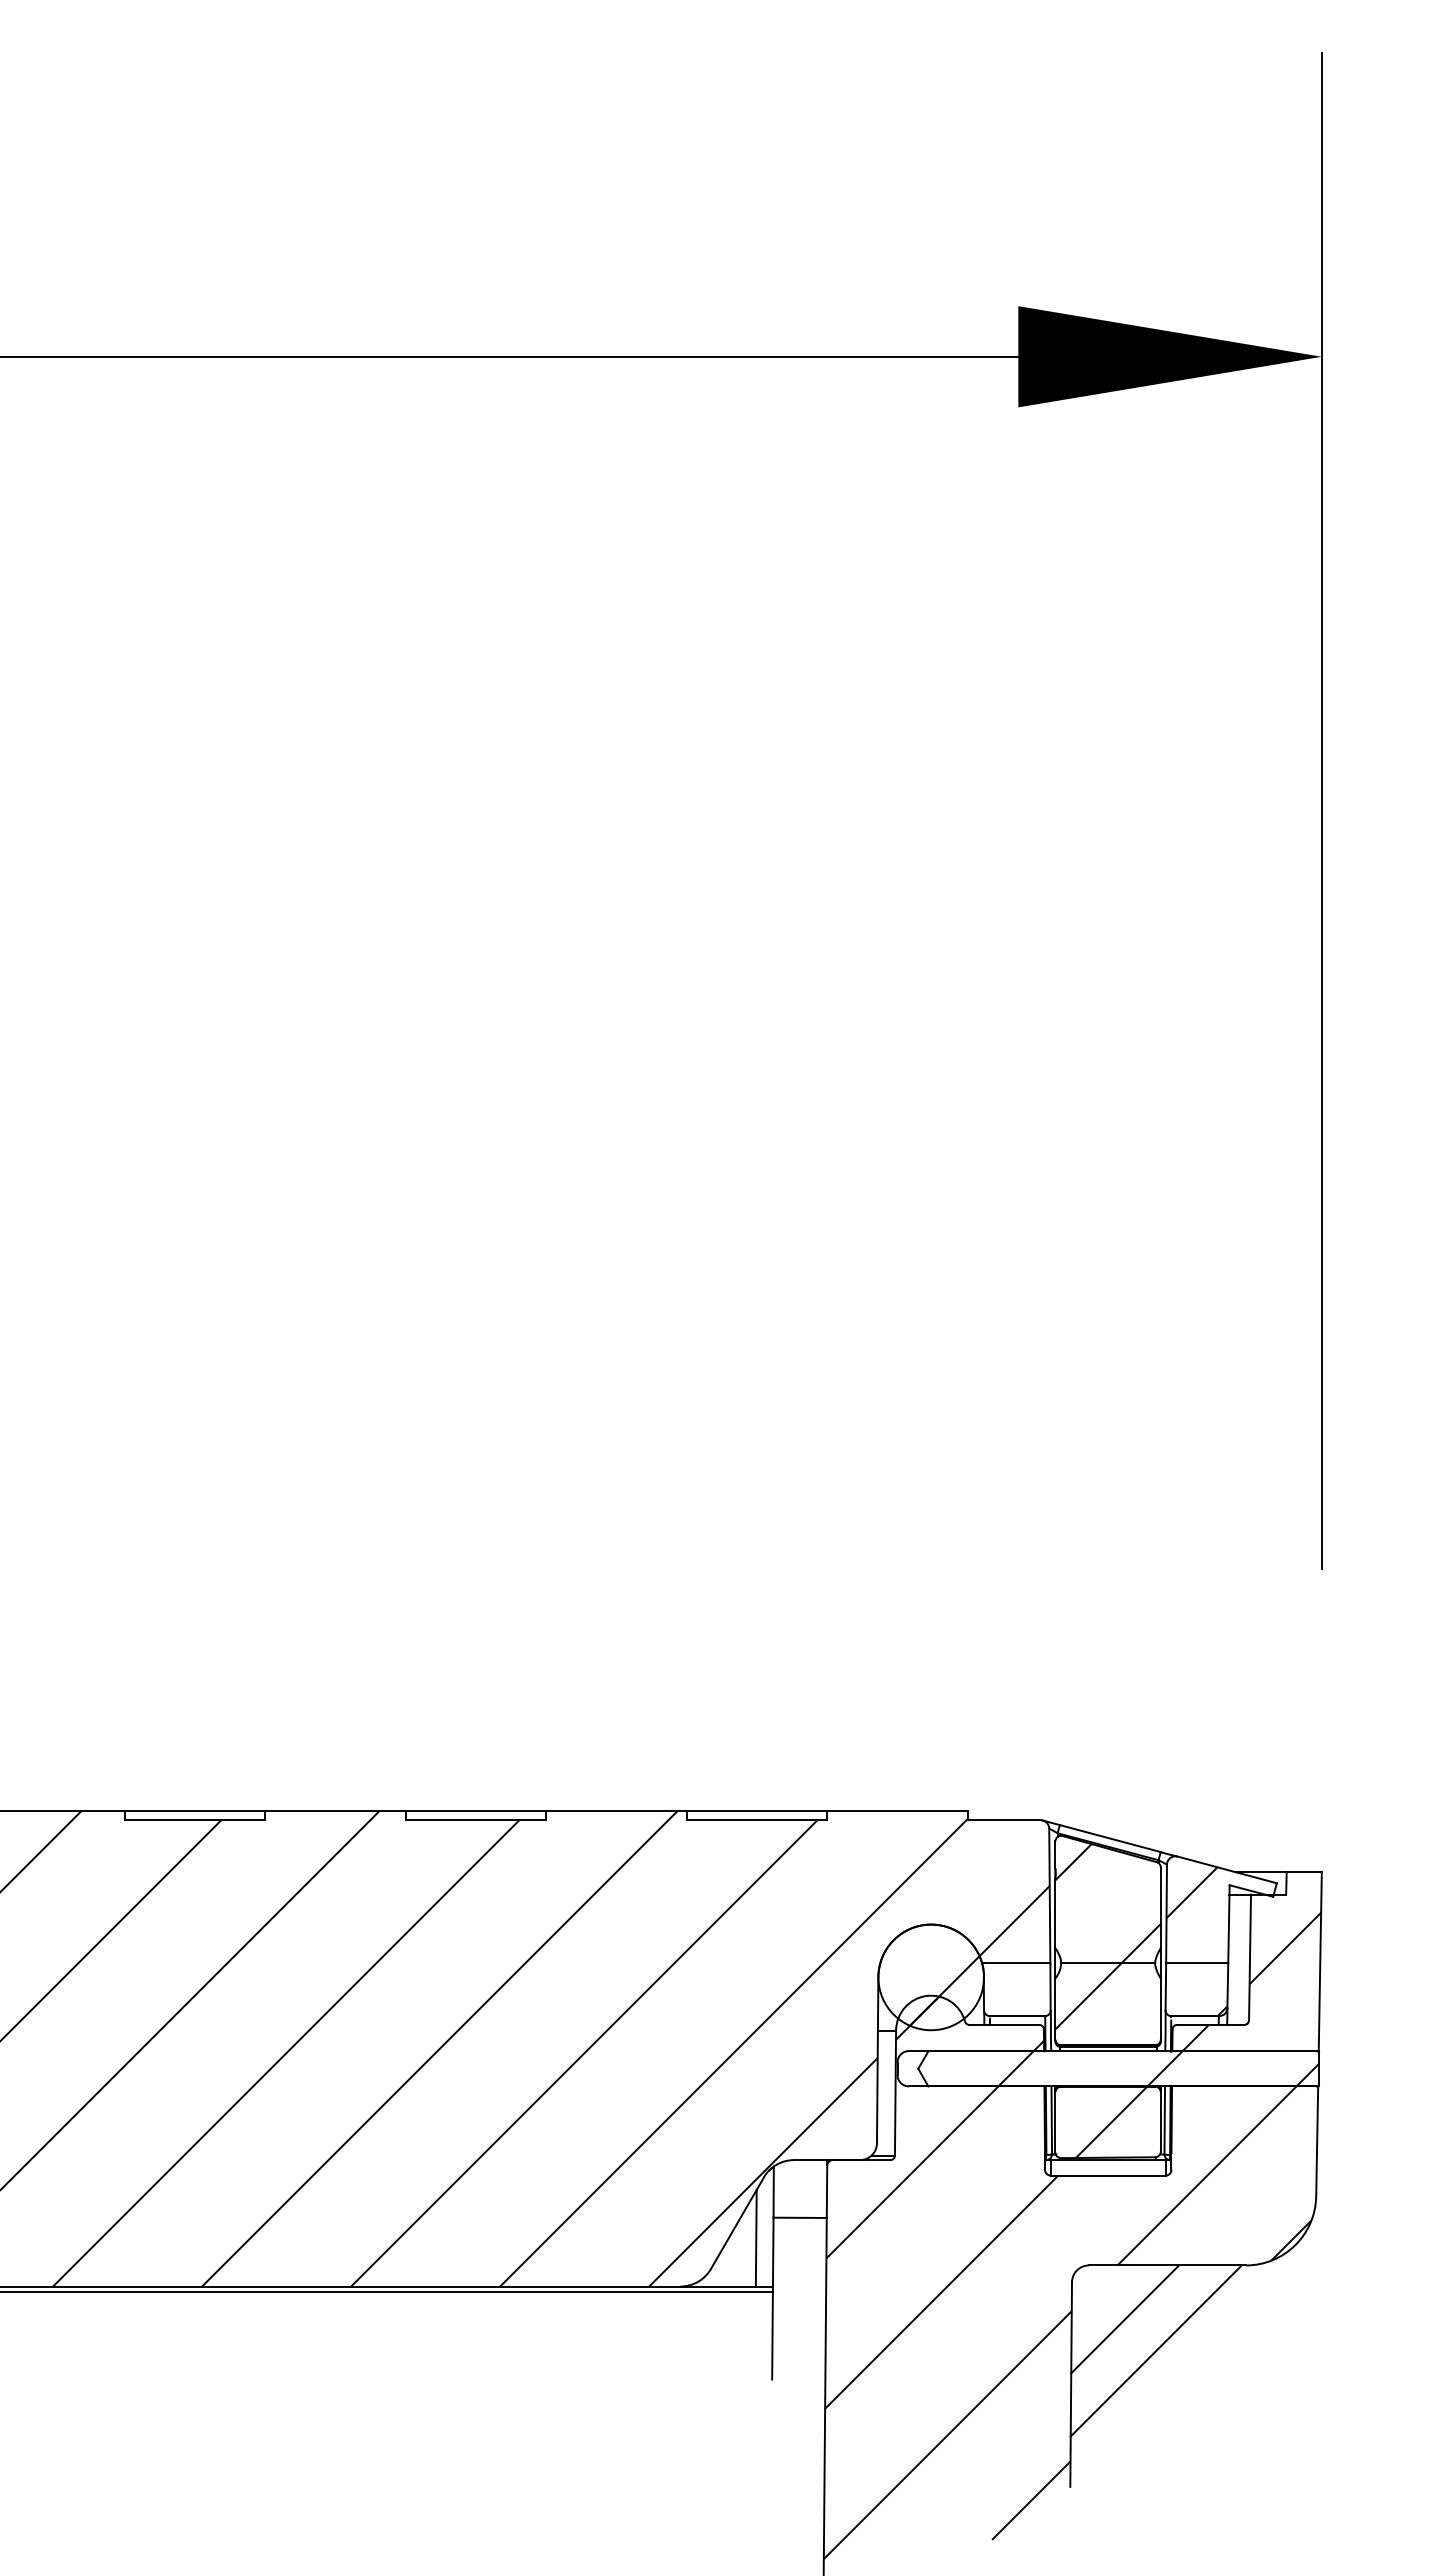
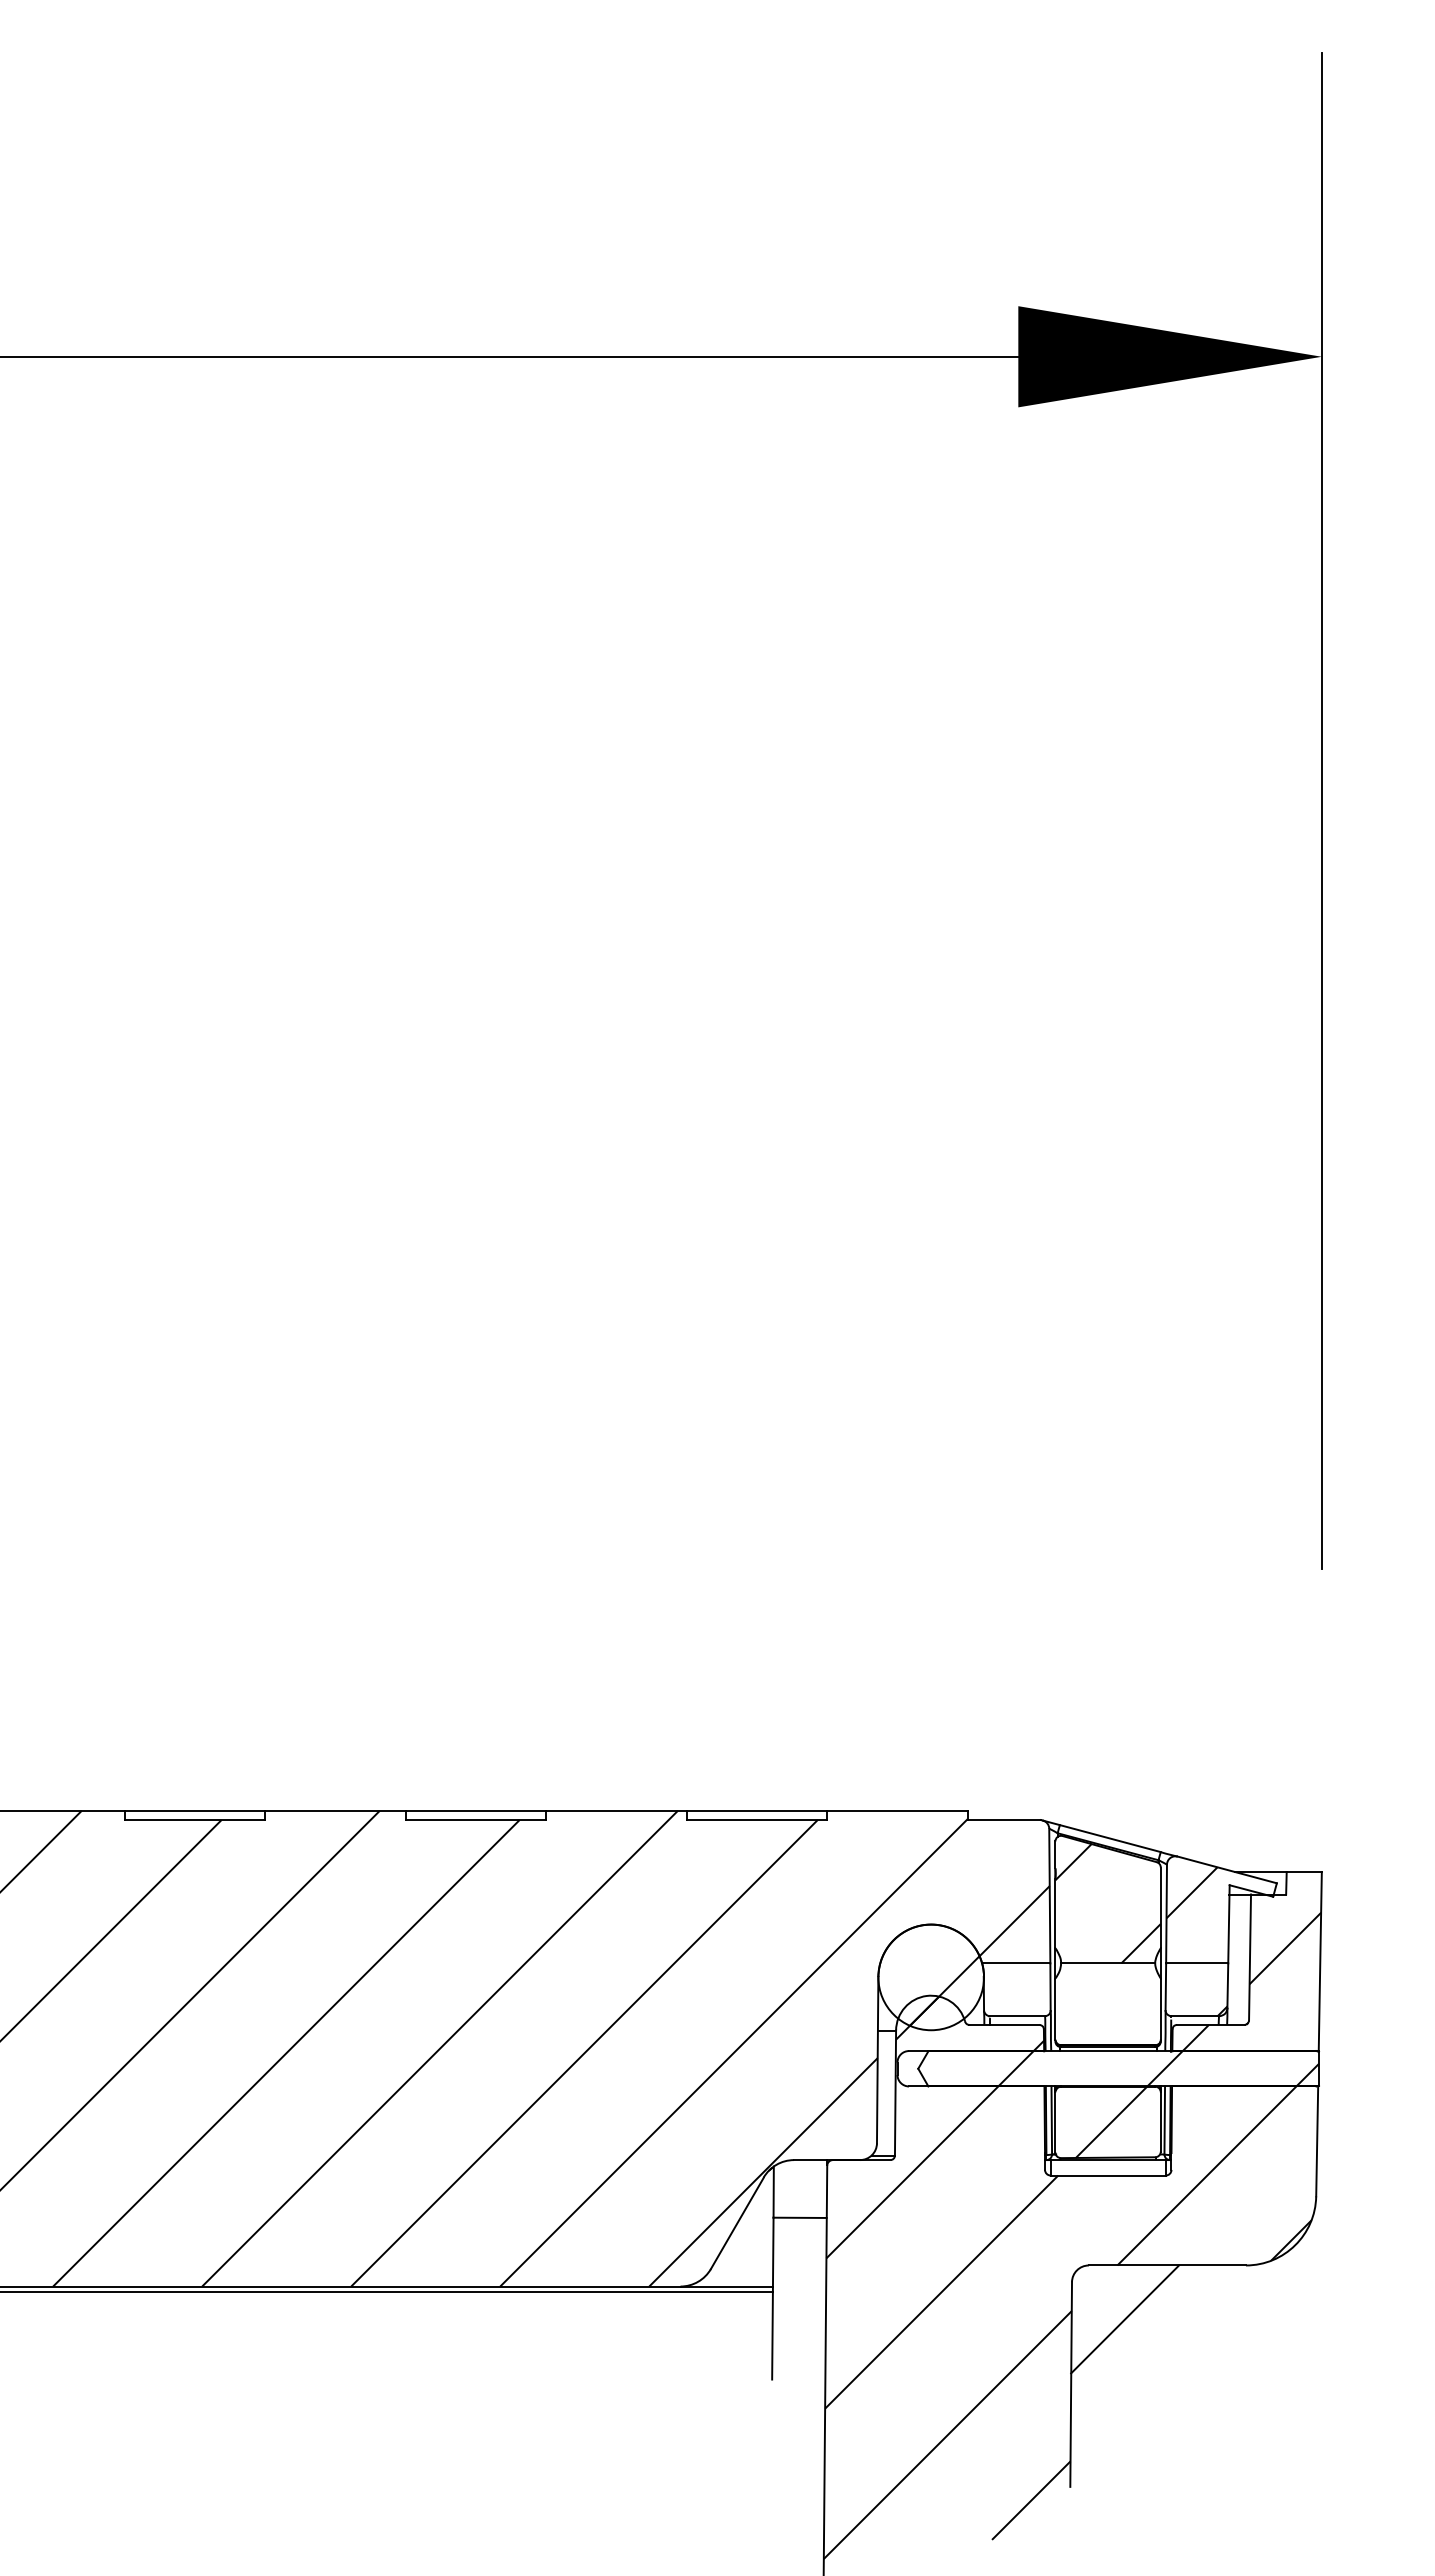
hatch at (1088, 1996): present -> none
line at (755, 2237): present -> none
line at (1155, 2350): present -> none
